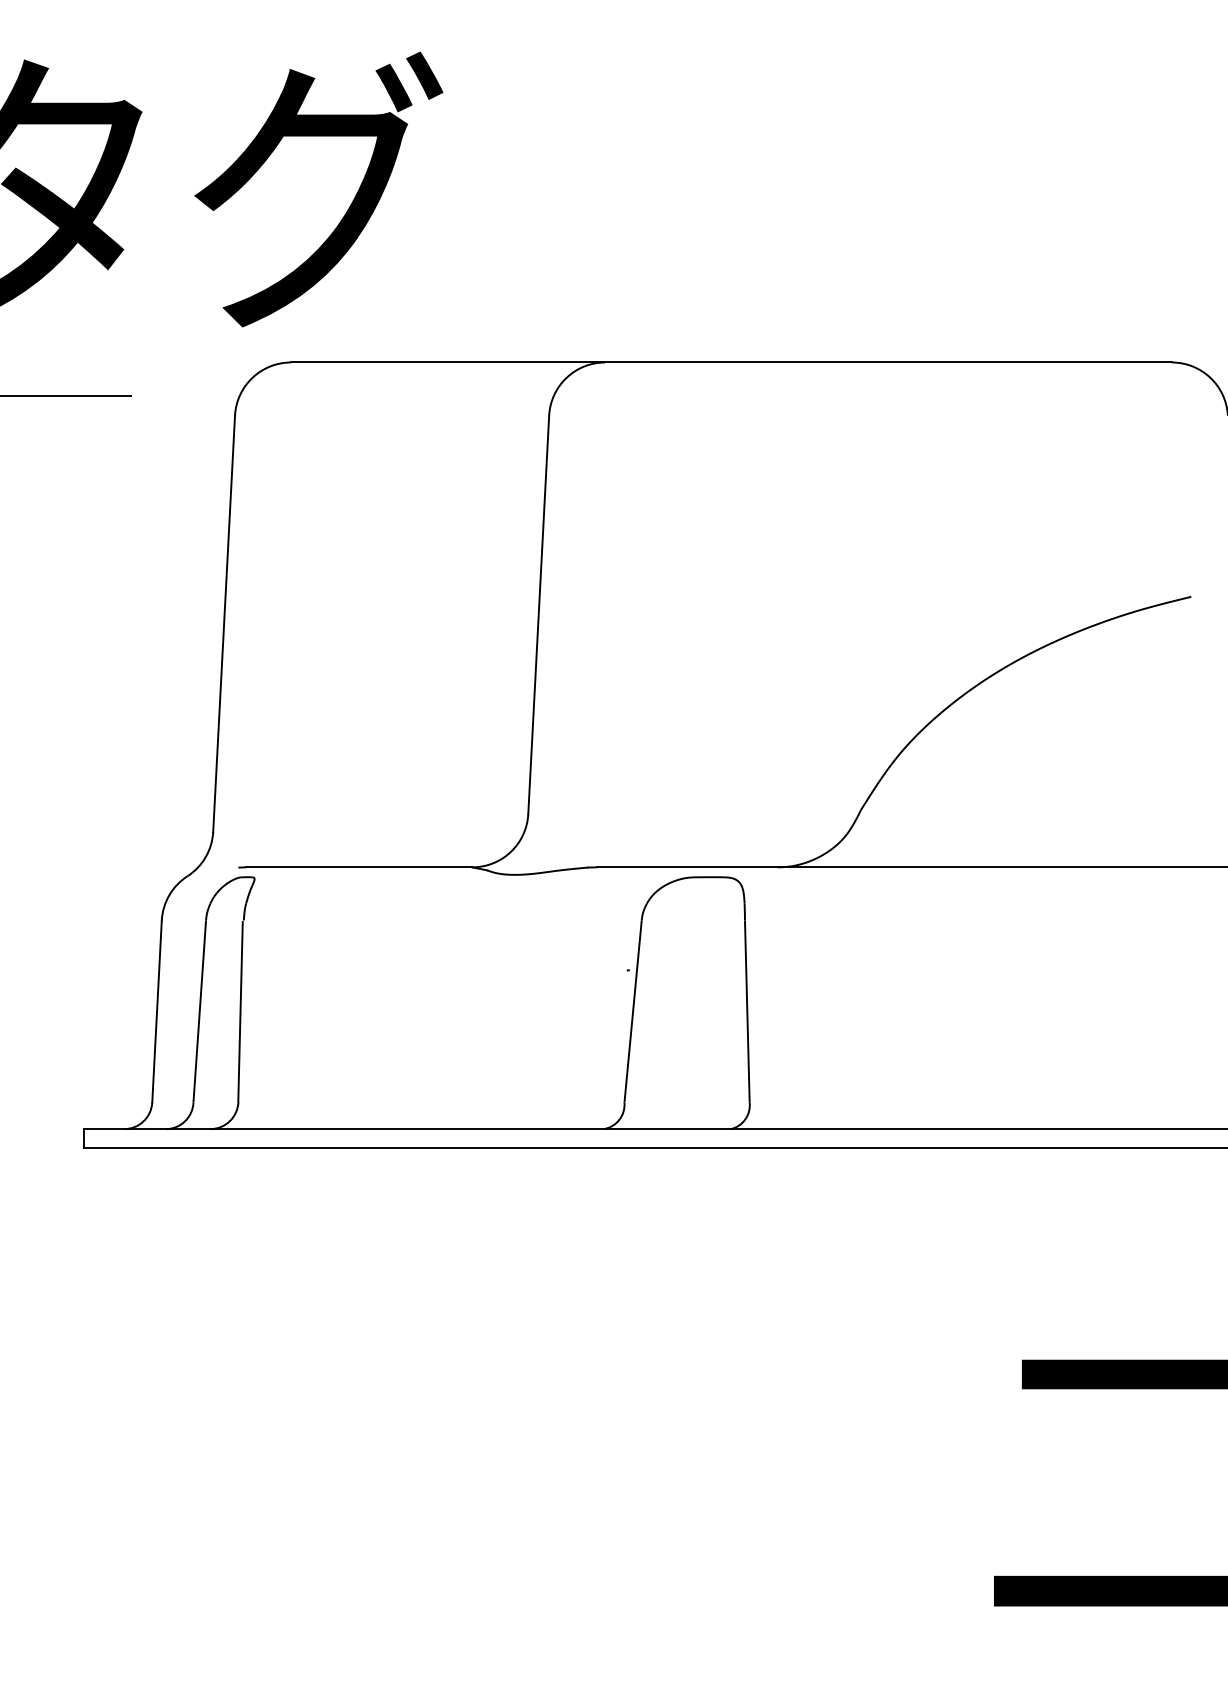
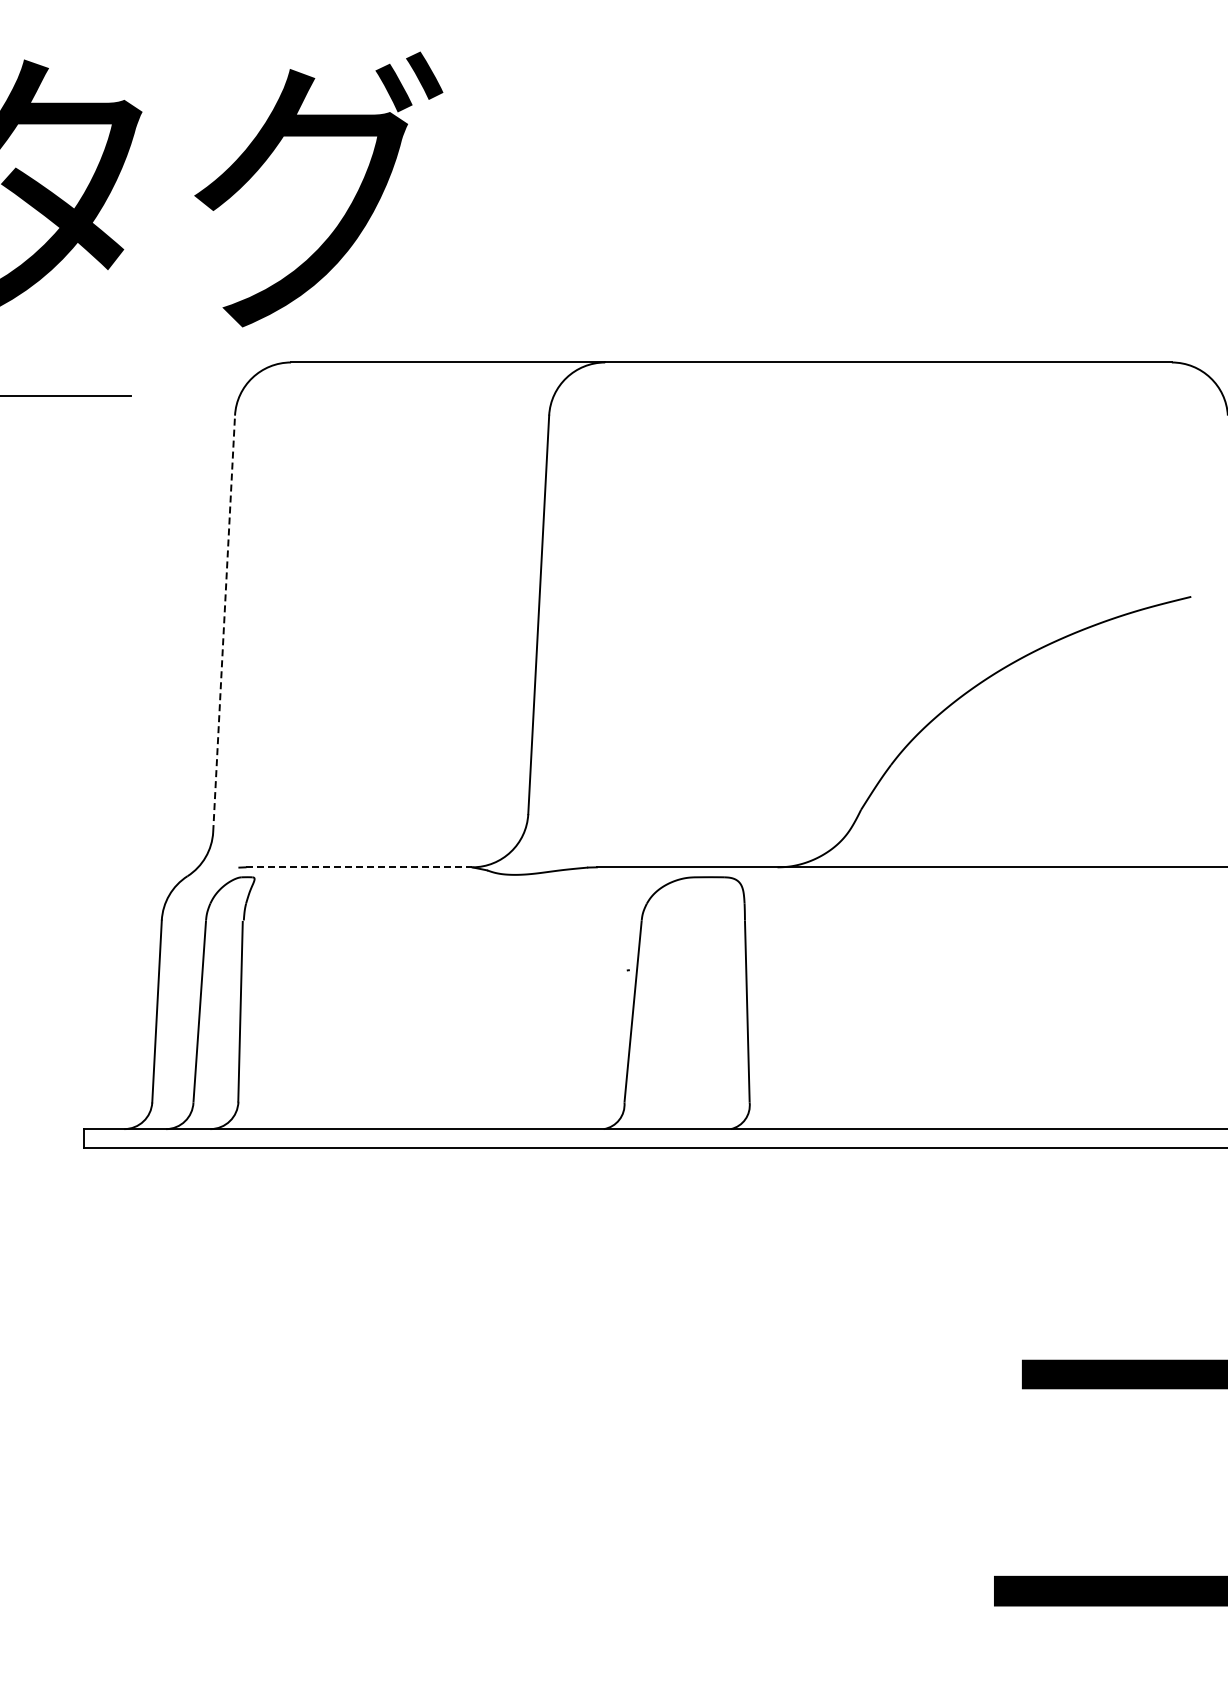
line at (224, 623): solid -> dashed
line at (359, 867): solid -> dashed
